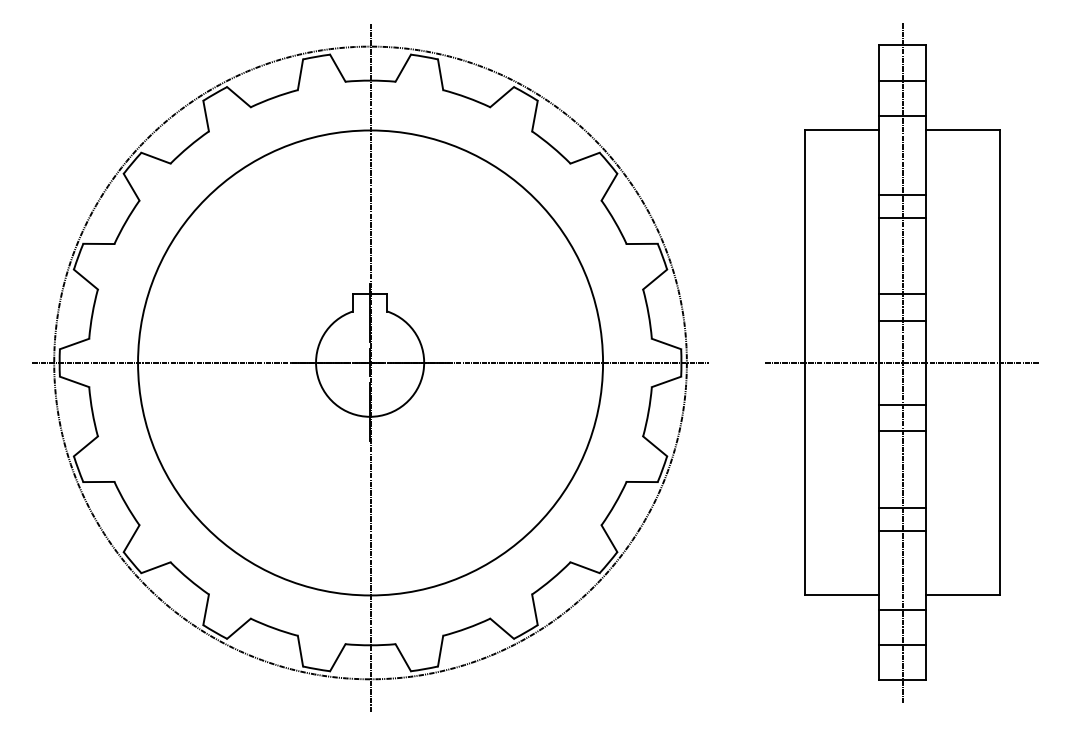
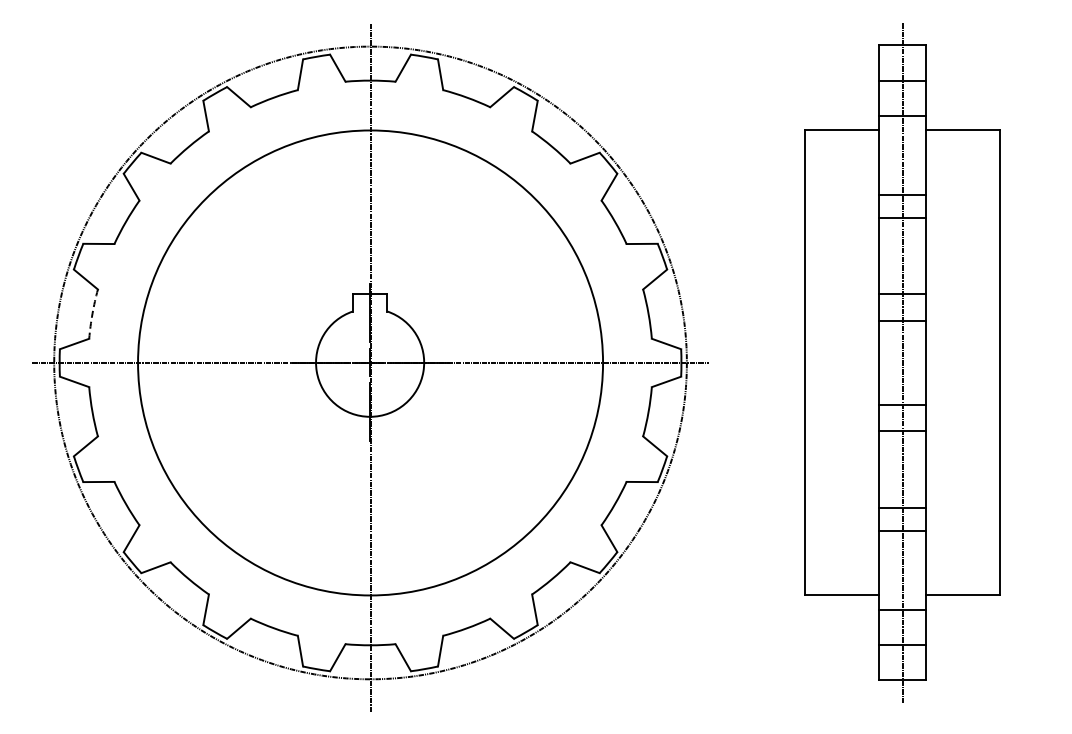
arc at (92, 313): solid -> dashed
line at (902, 362): present -> none
